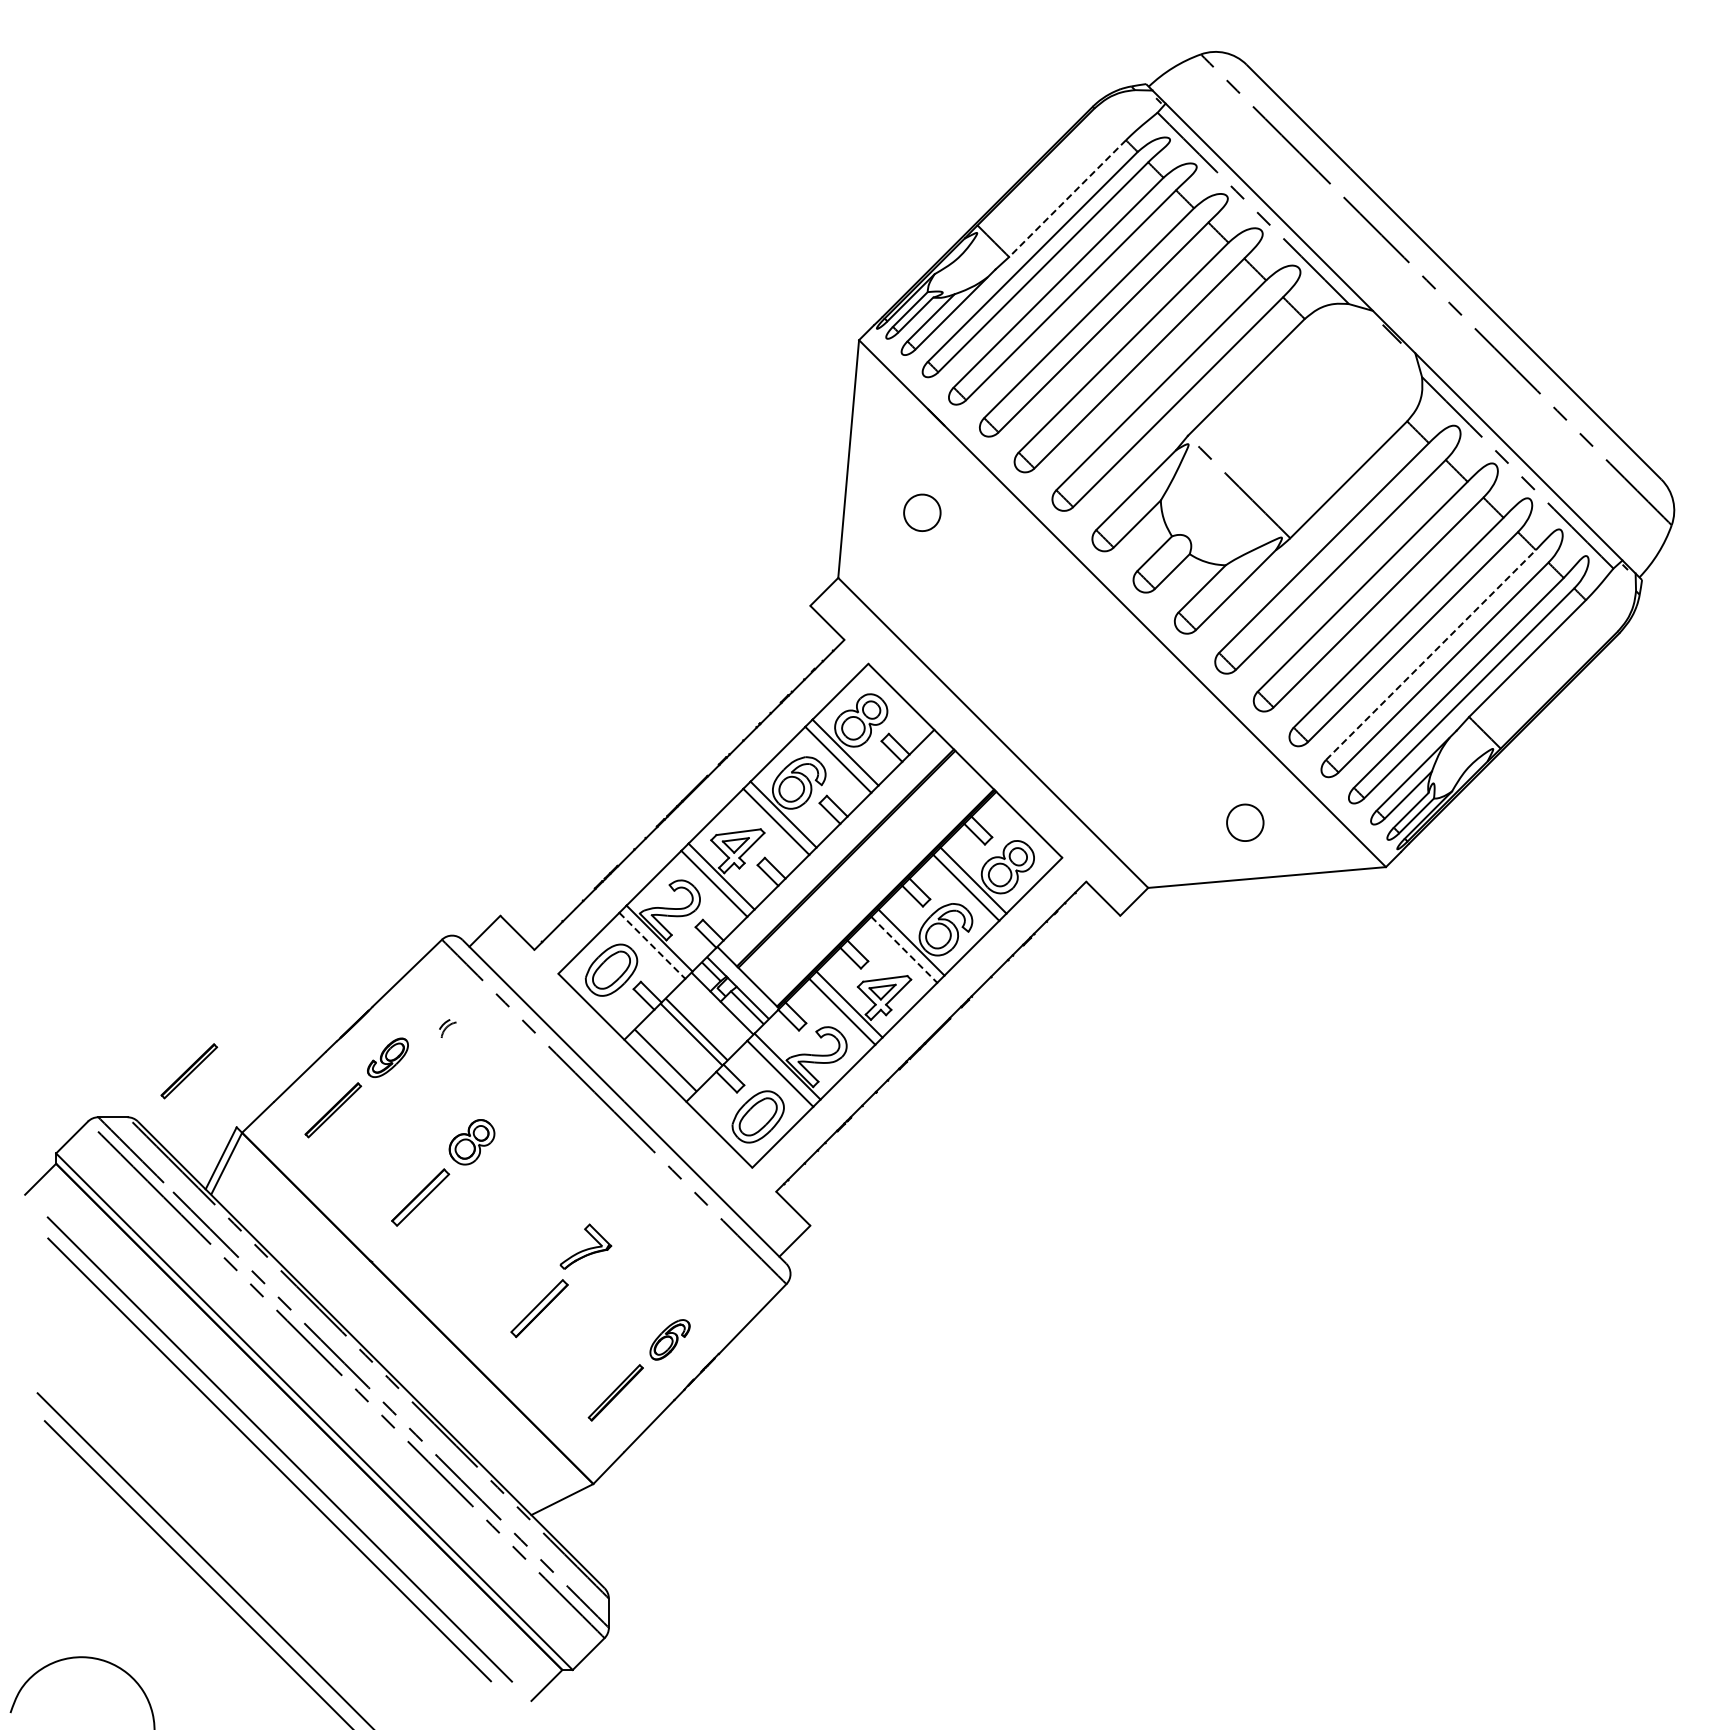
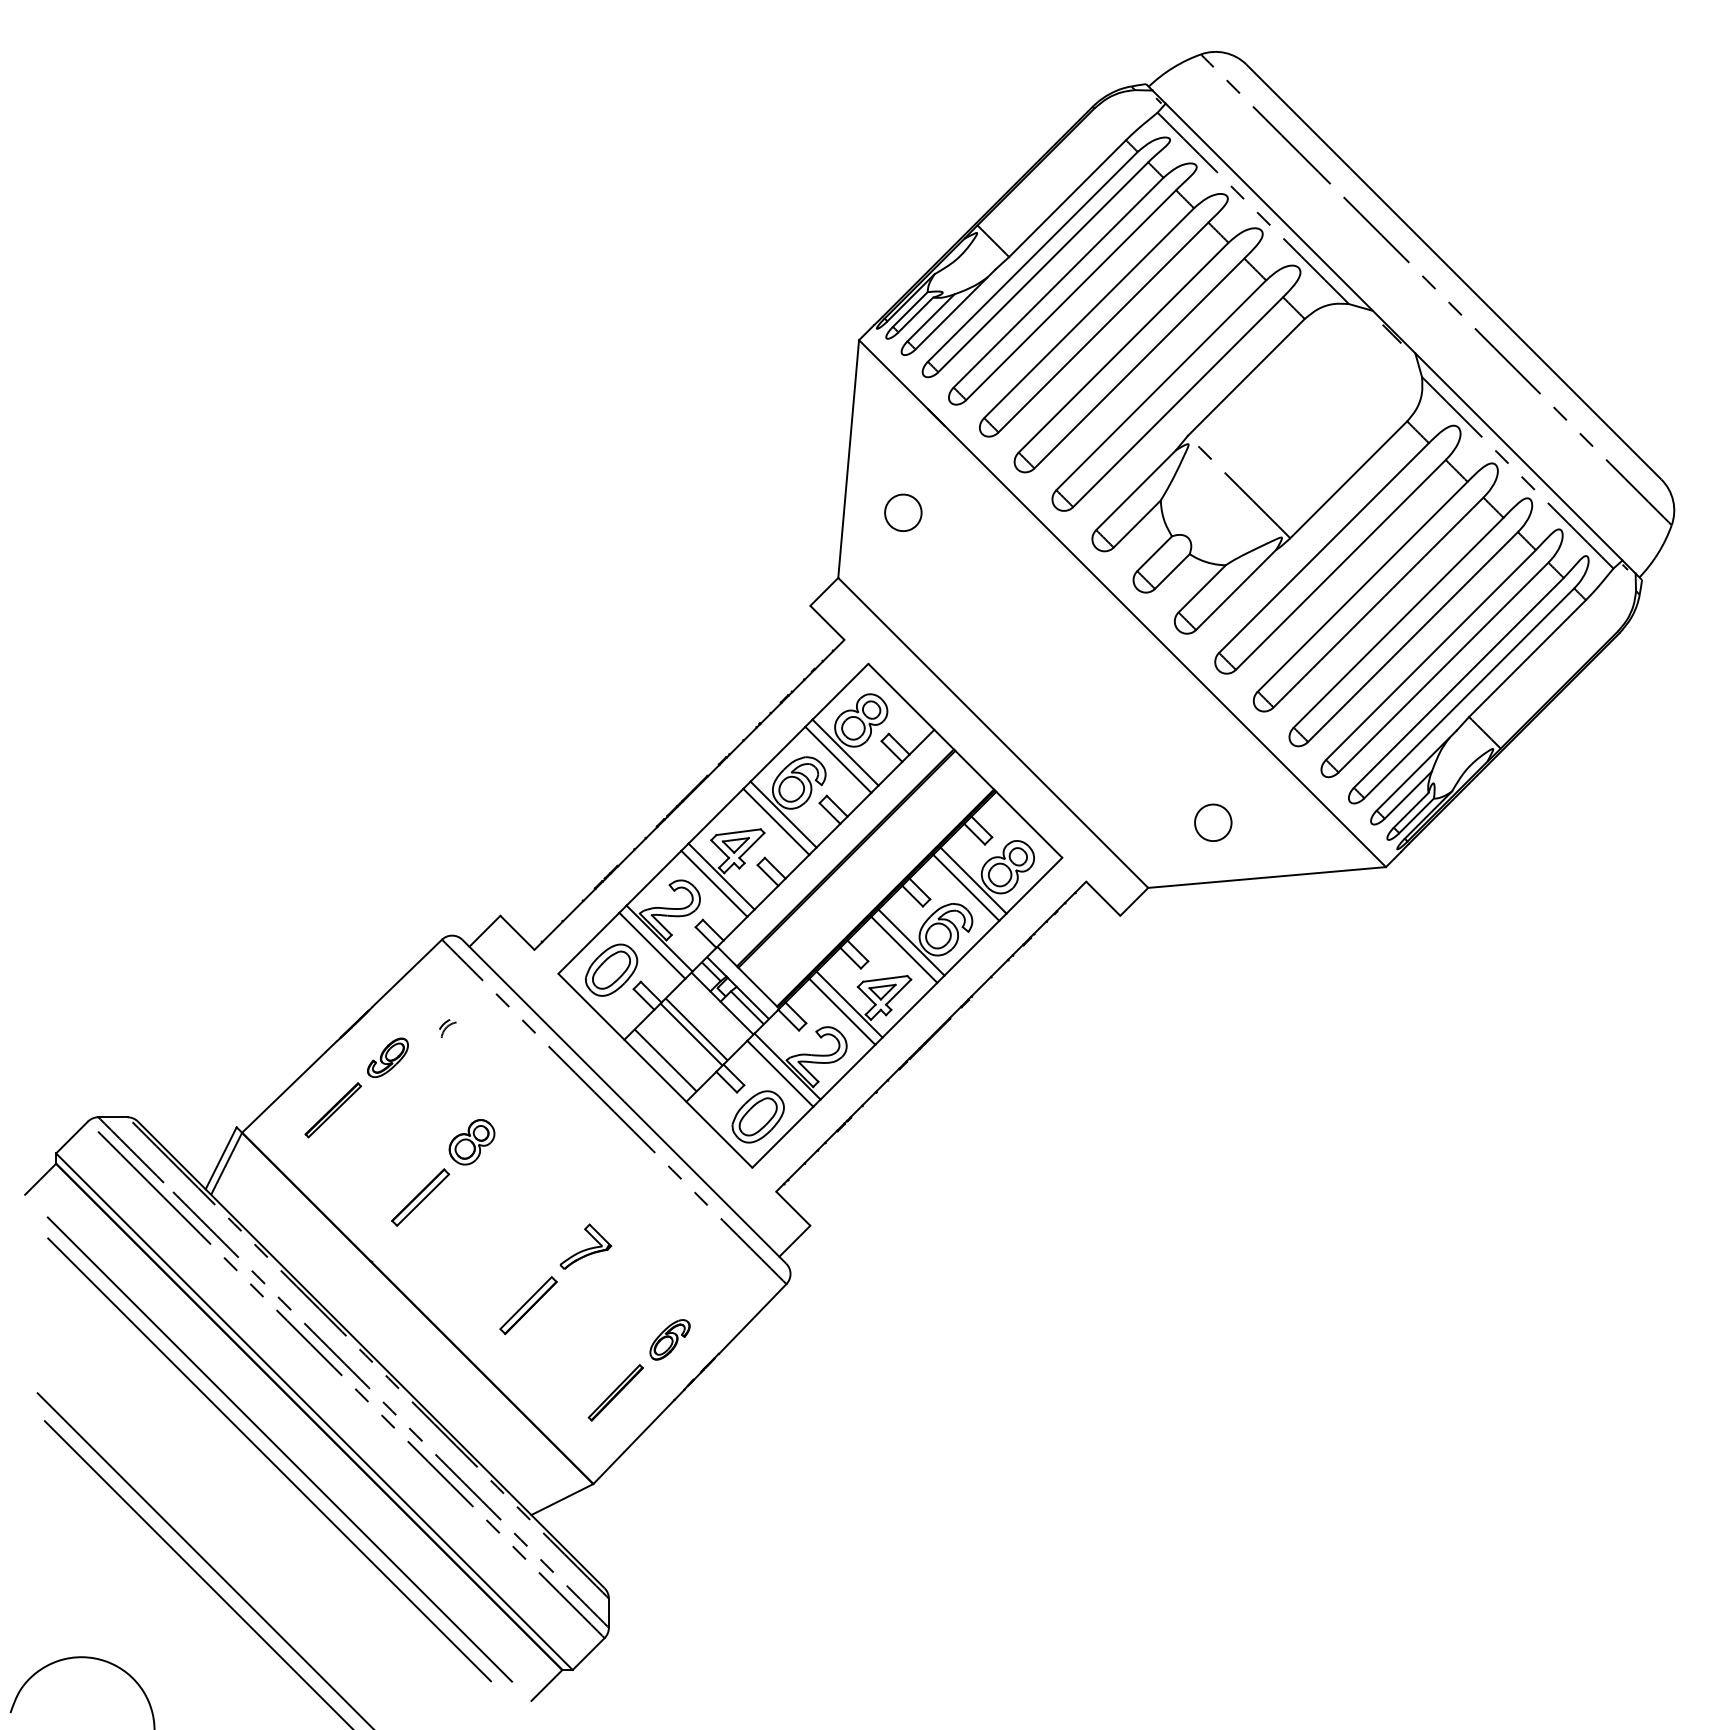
line at (1067, 198): dashed -> solid
part at (922, 512) position: (922, 512) -> (903, 512)
line at (1431, 654): dashed -> solid
part at (1245, 822) position: (1245, 822) -> (1213, 822)
line at (652, 945): dashed -> solid
line at (904, 949): dashed -> solid
part at (189, 1071): present -> none
part at (539, 1308) position: (539, 1308) -> (528, 1305)
